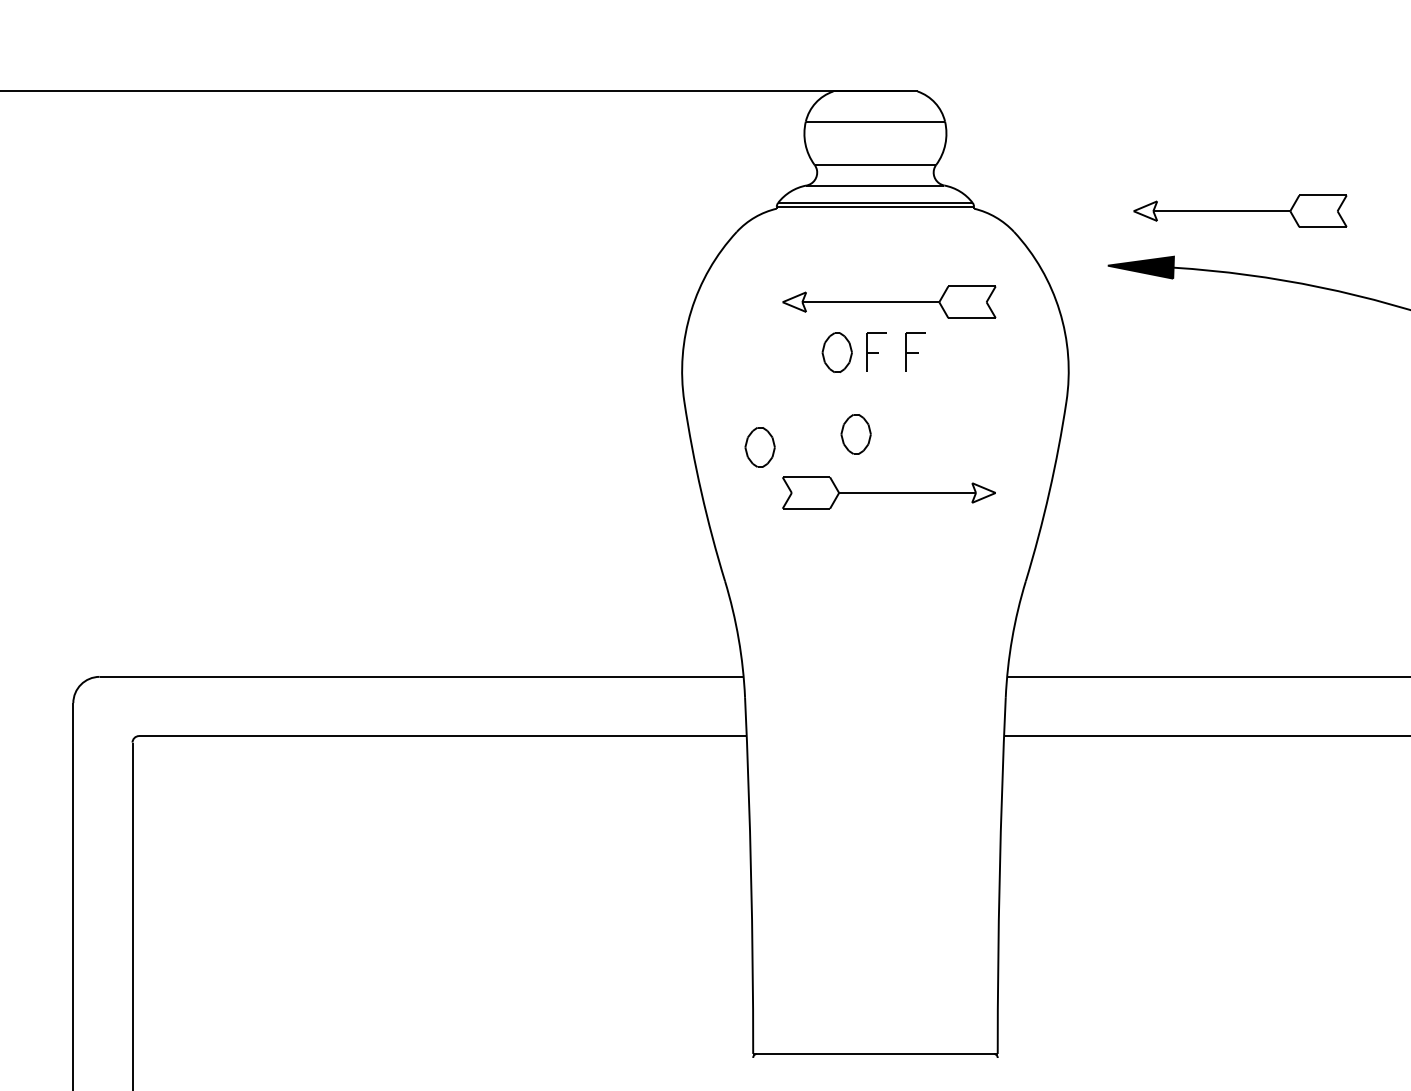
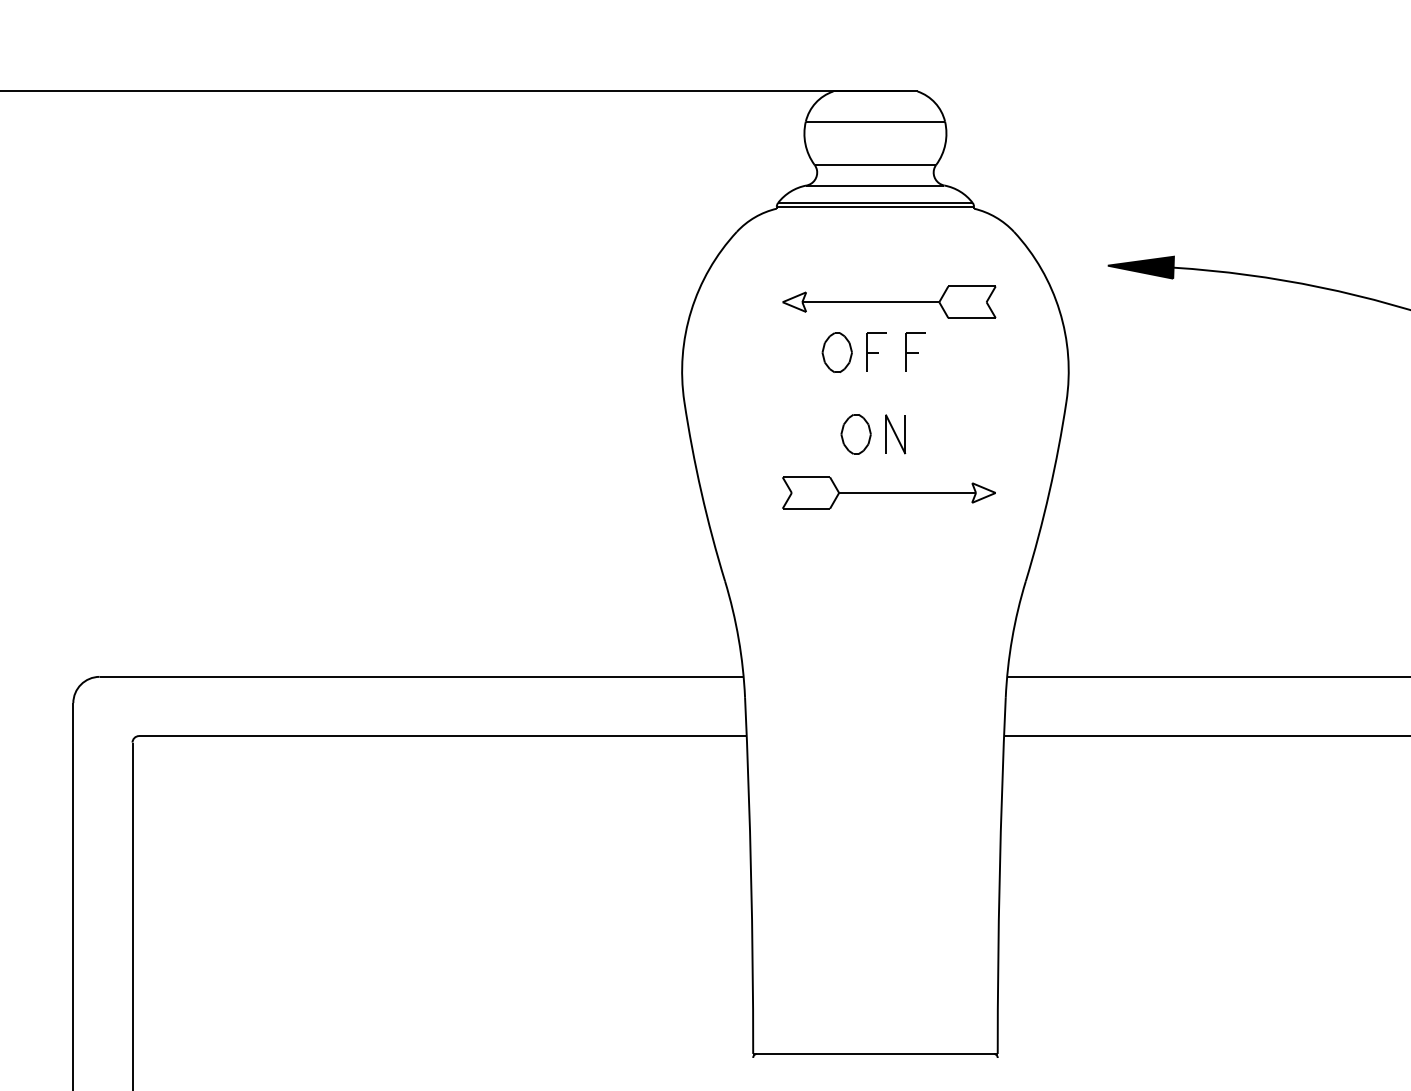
part at (1240, 210): present -> none
part at (895, 434): none -> present
part at (759, 447): present -> none
